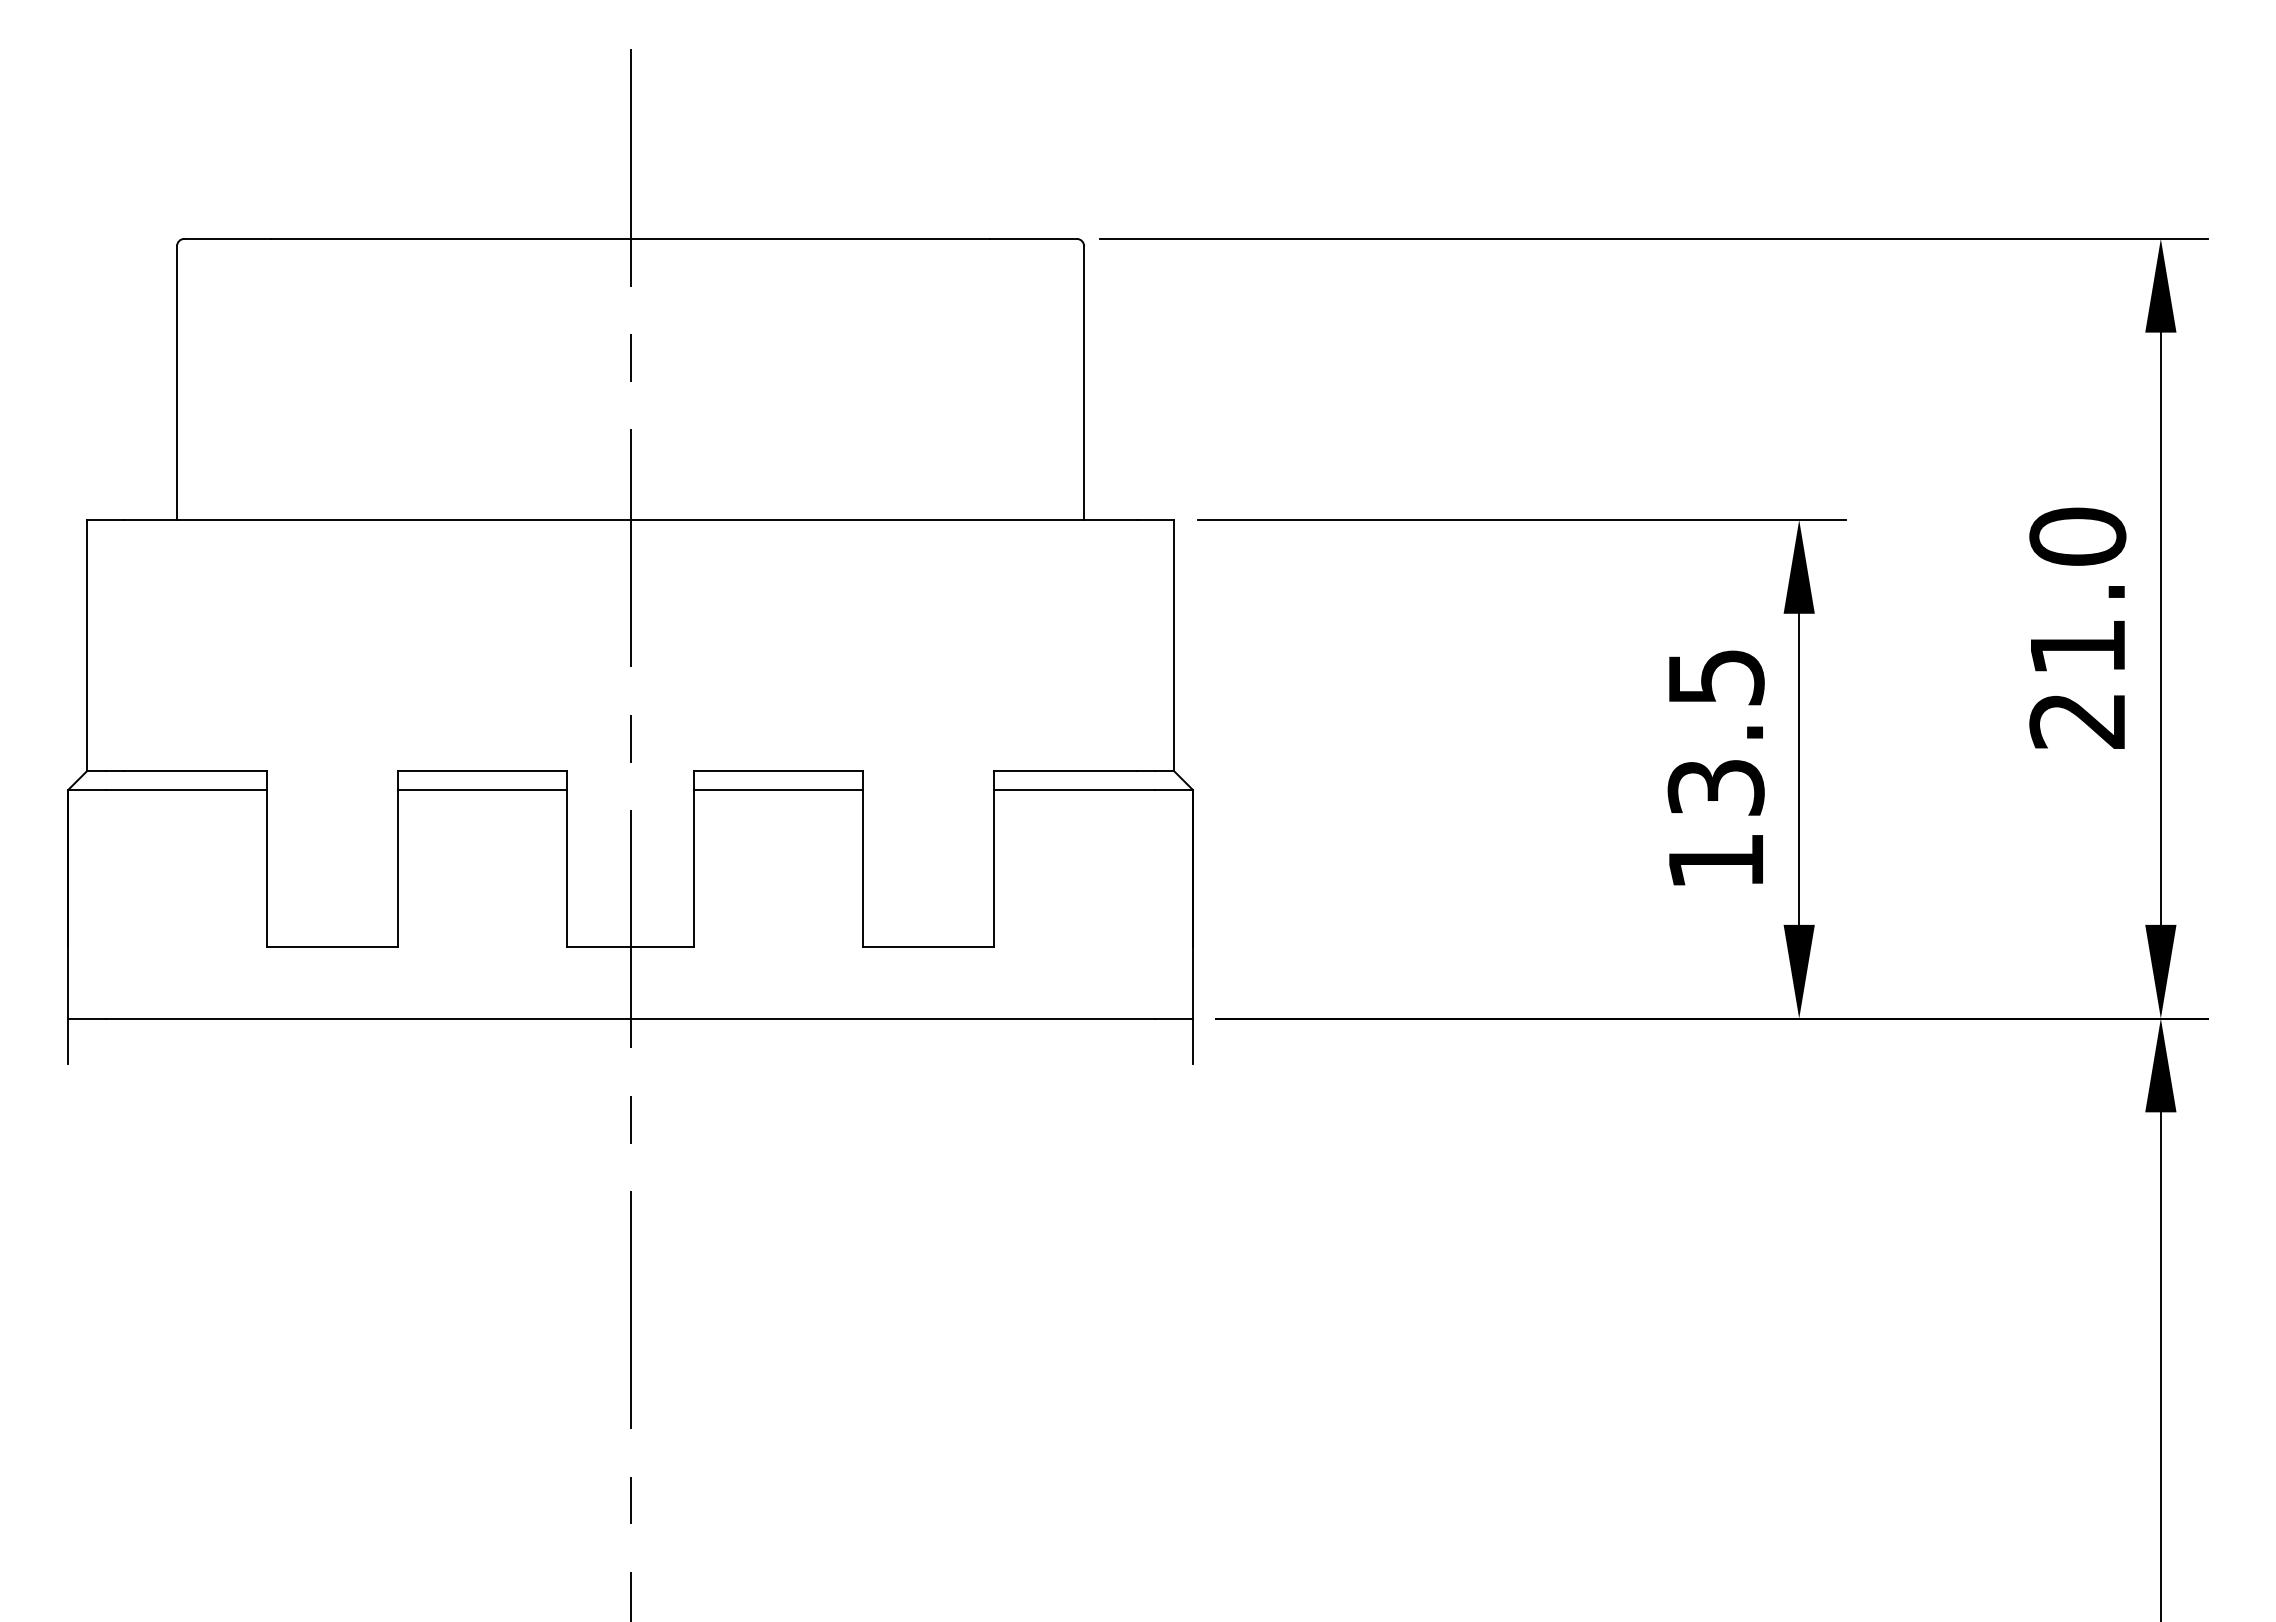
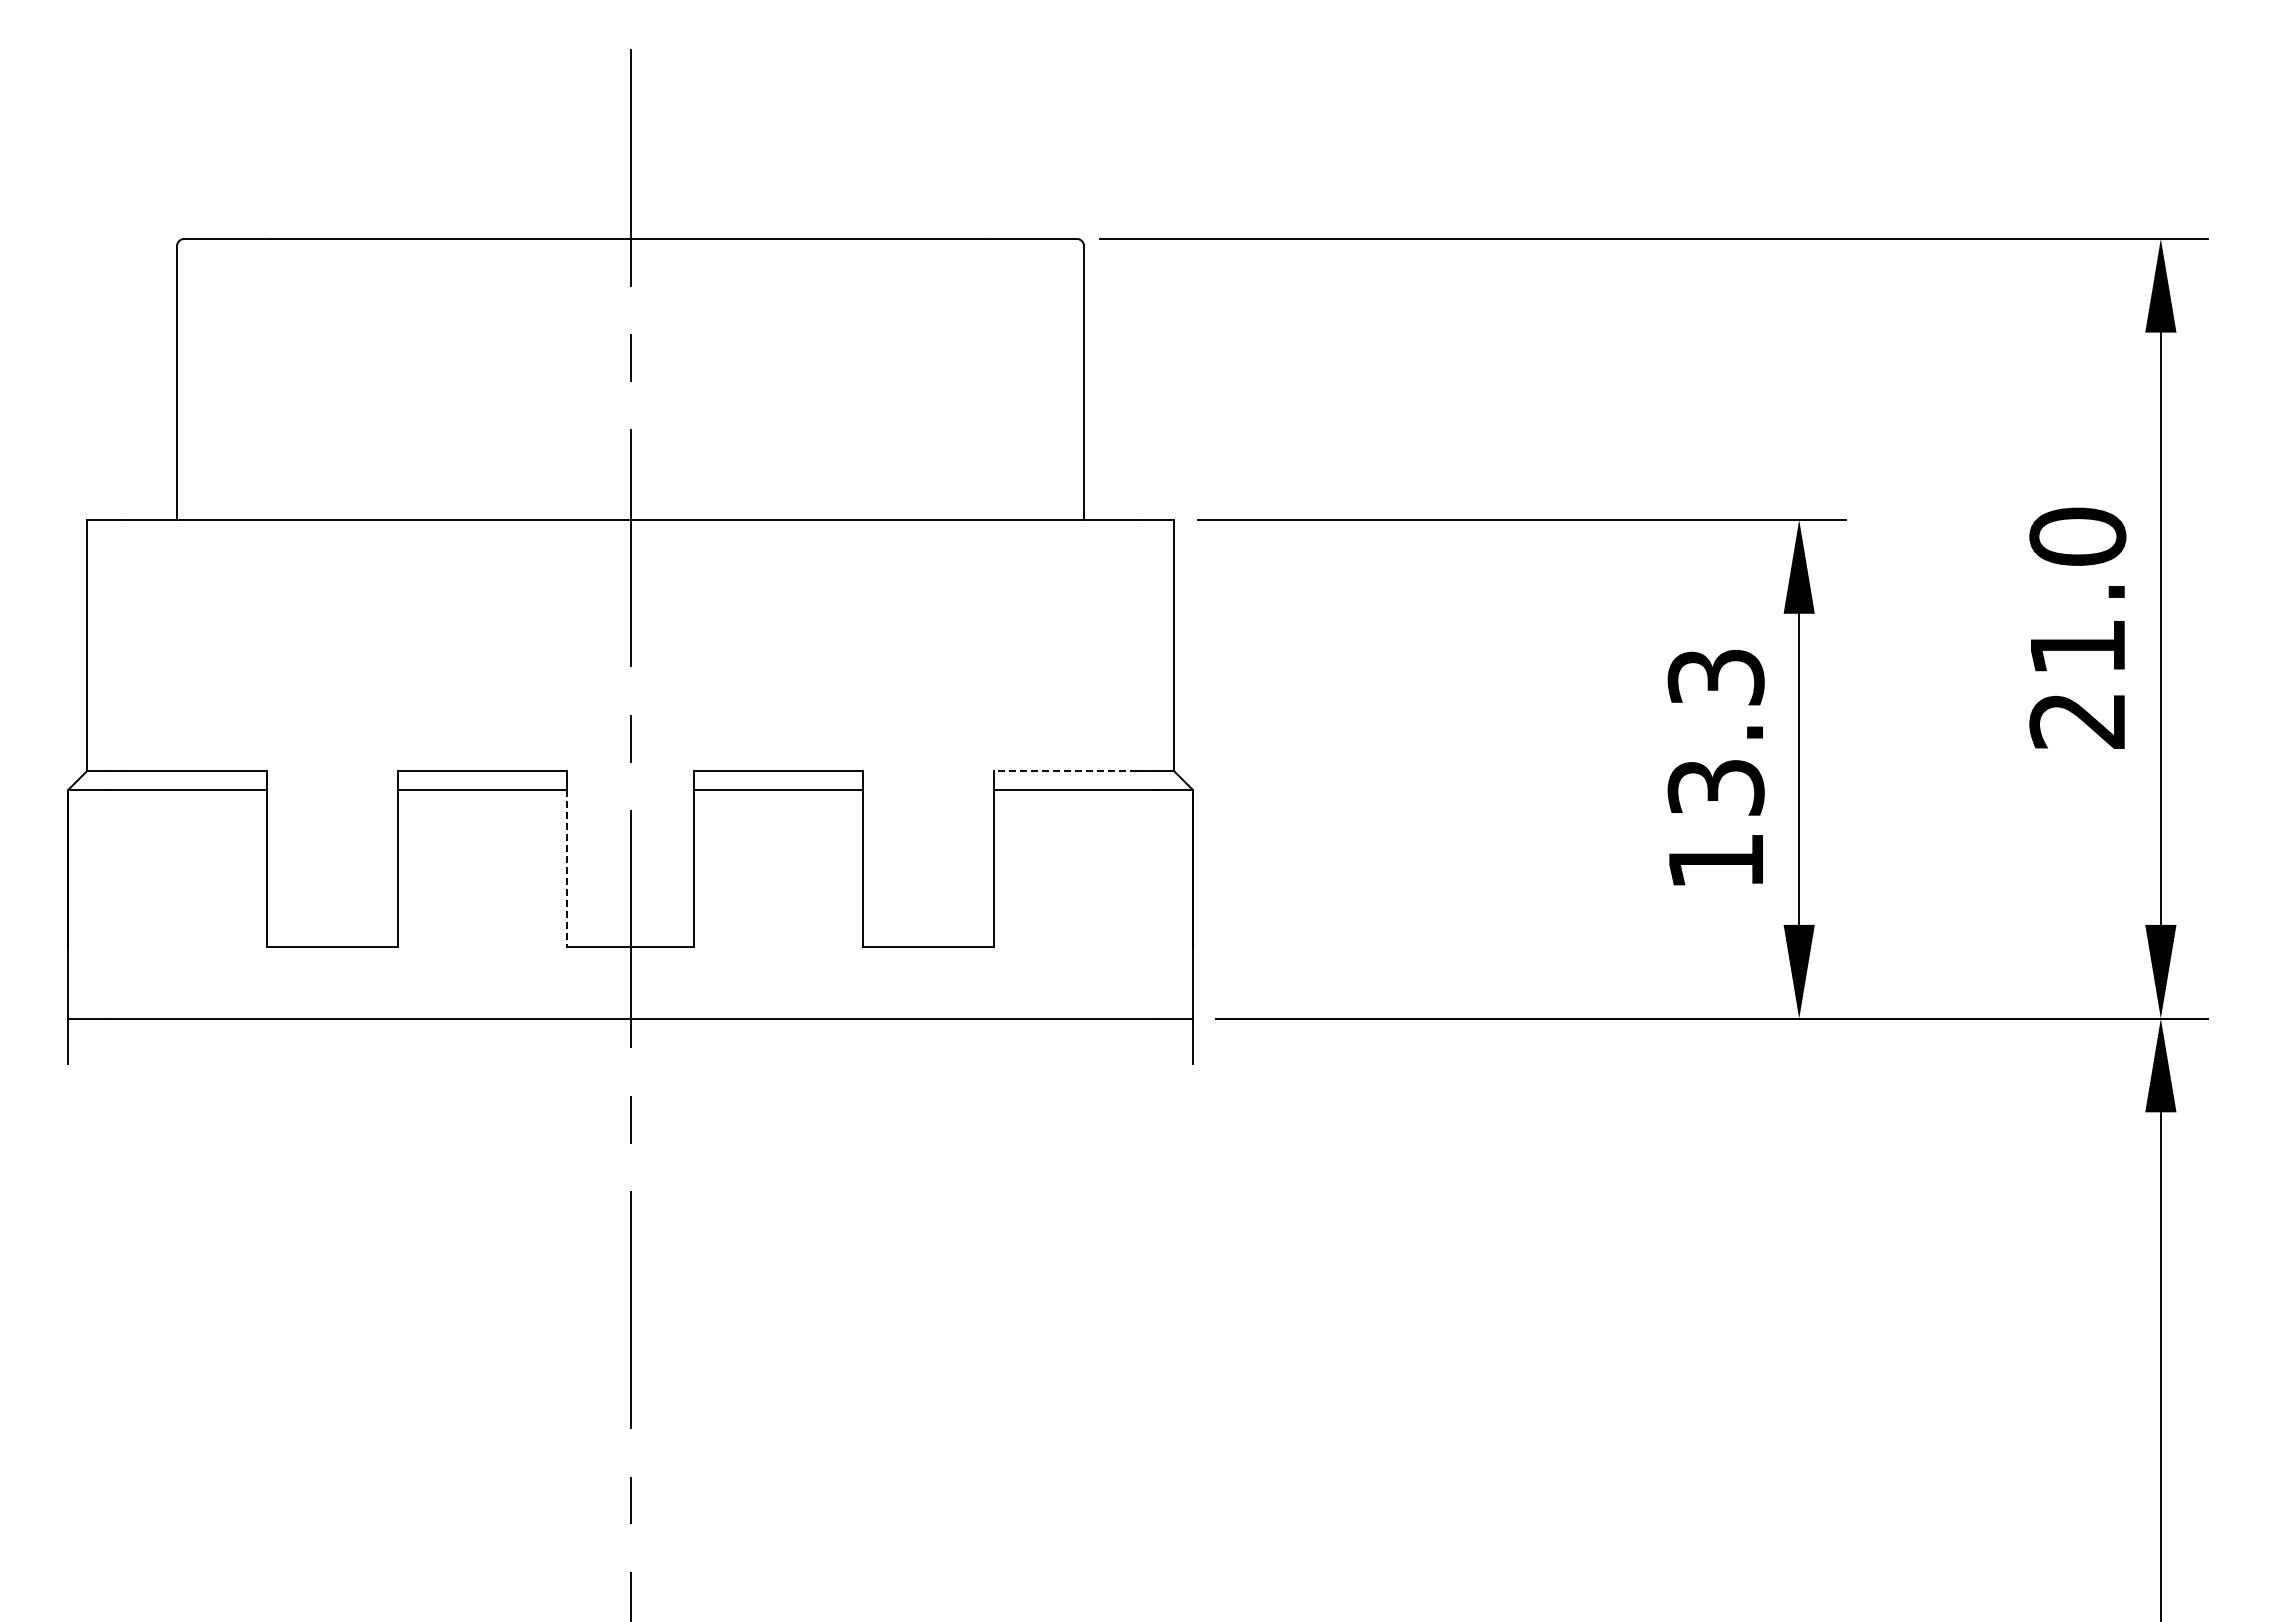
text at (1715, 677): 13.5 -> 13.3
line at (1064, 771): solid -> dashed
line at (566, 868): solid -> dashed
